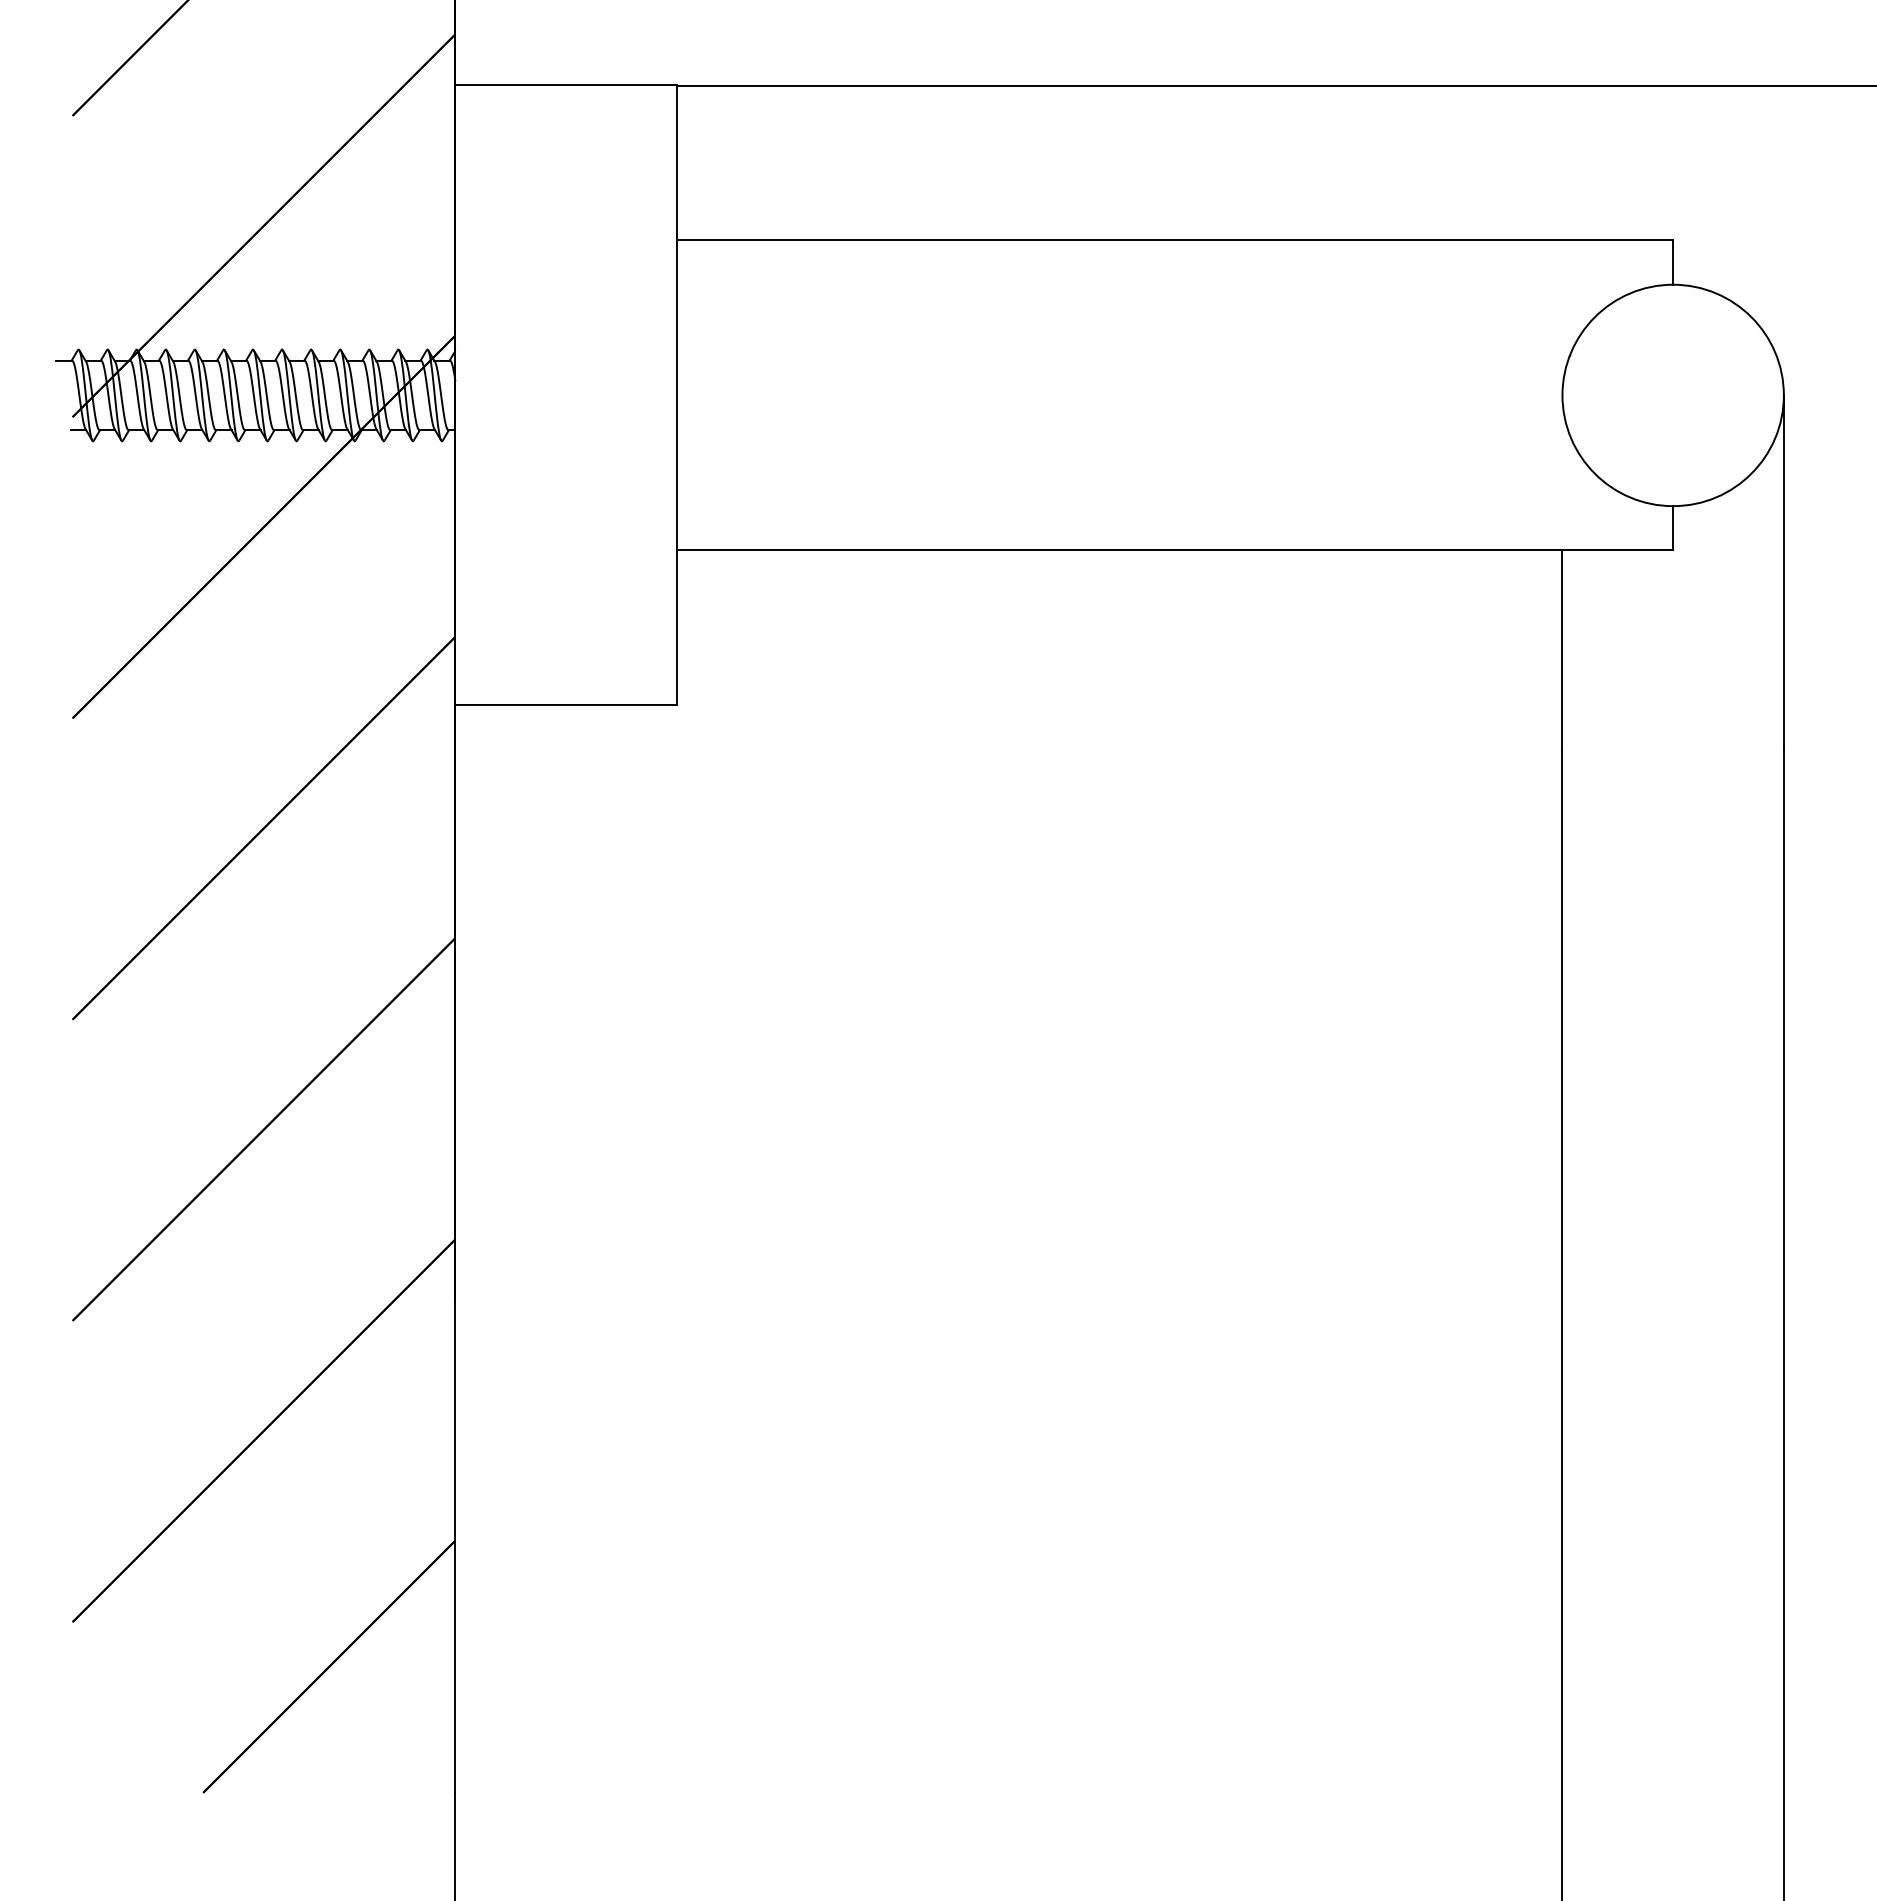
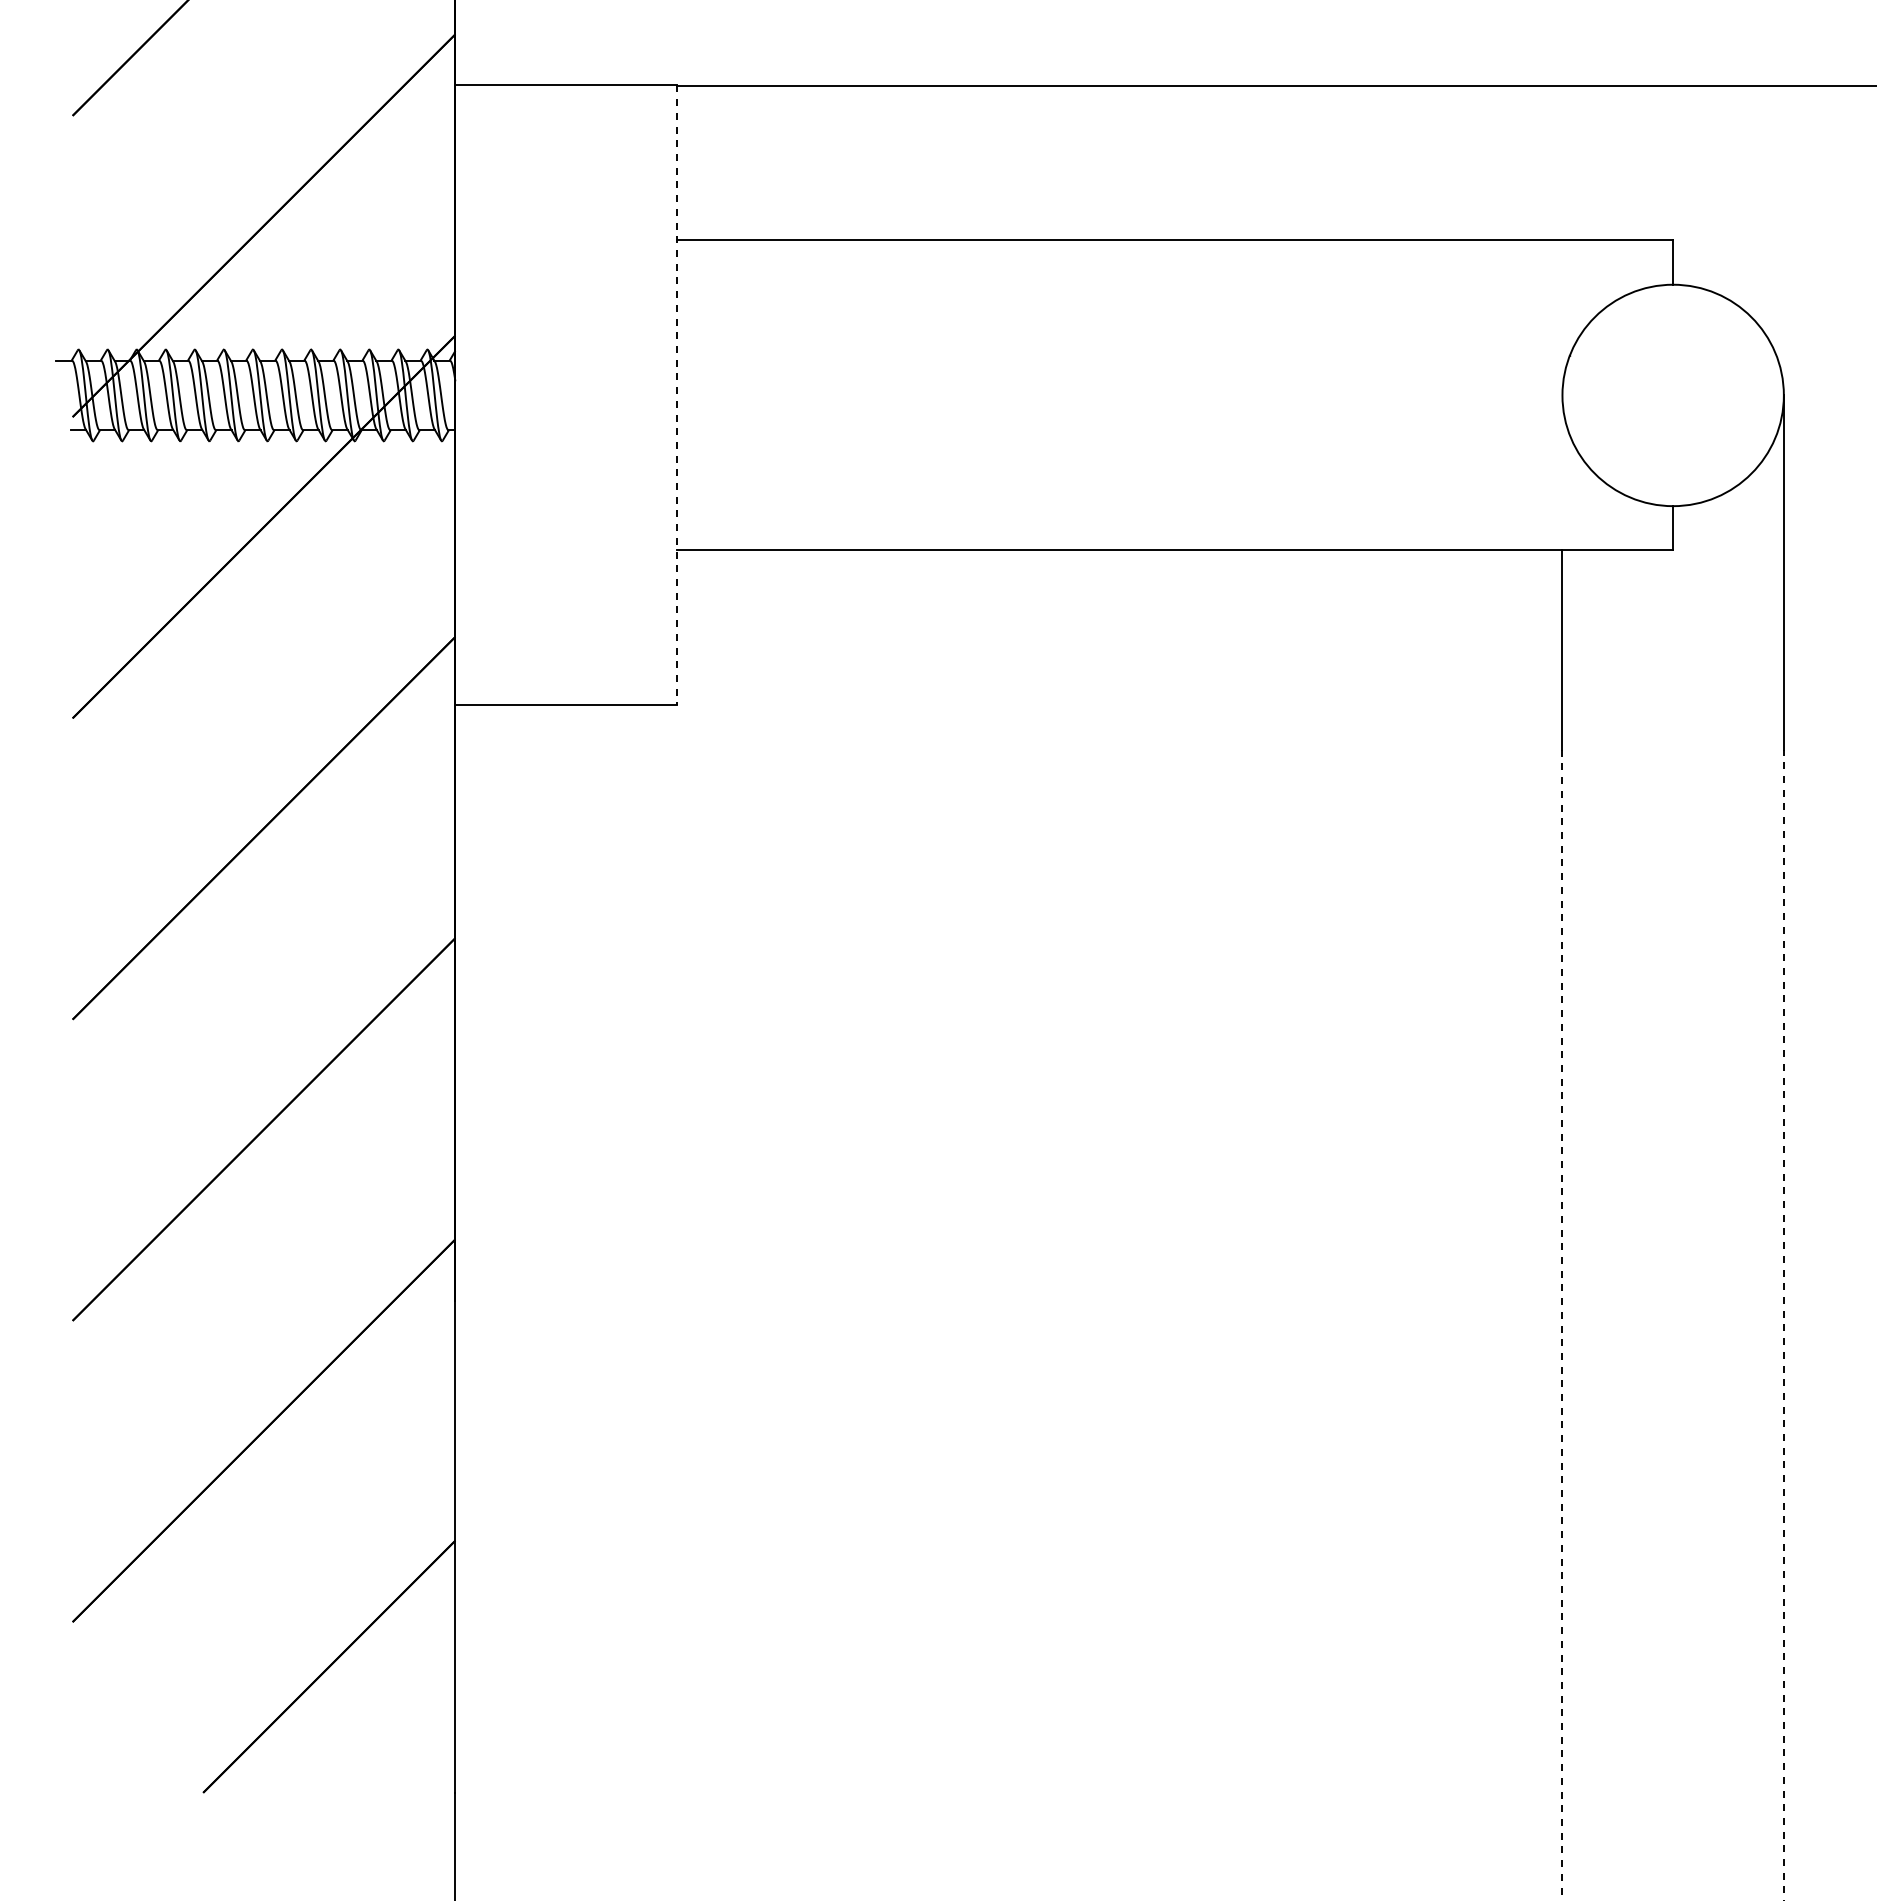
line at (676, 395): solid -> dashed
line at (1783, 1324): solid -> dashed
line at (1562, 1325): solid -> dashed
